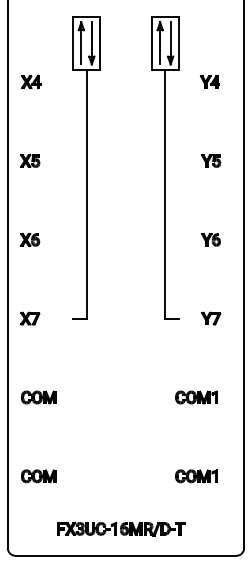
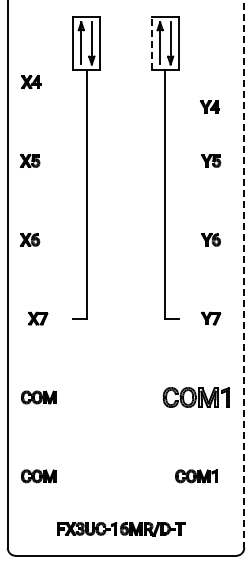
line at (152, 42): solid -> dashed
part at (209, 81) position: (209, 81) -> (209, 106)
line at (244, 274): solid -> dashed
part at (30, 318) position: (30, 318) -> (38, 318)
part at (196, 397) size: 43x15 px -> 68x21 px
